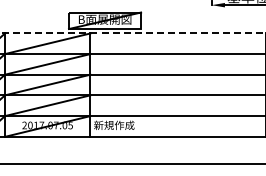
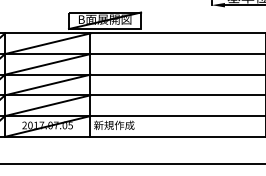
line at (133, 33): dashed -> solid
